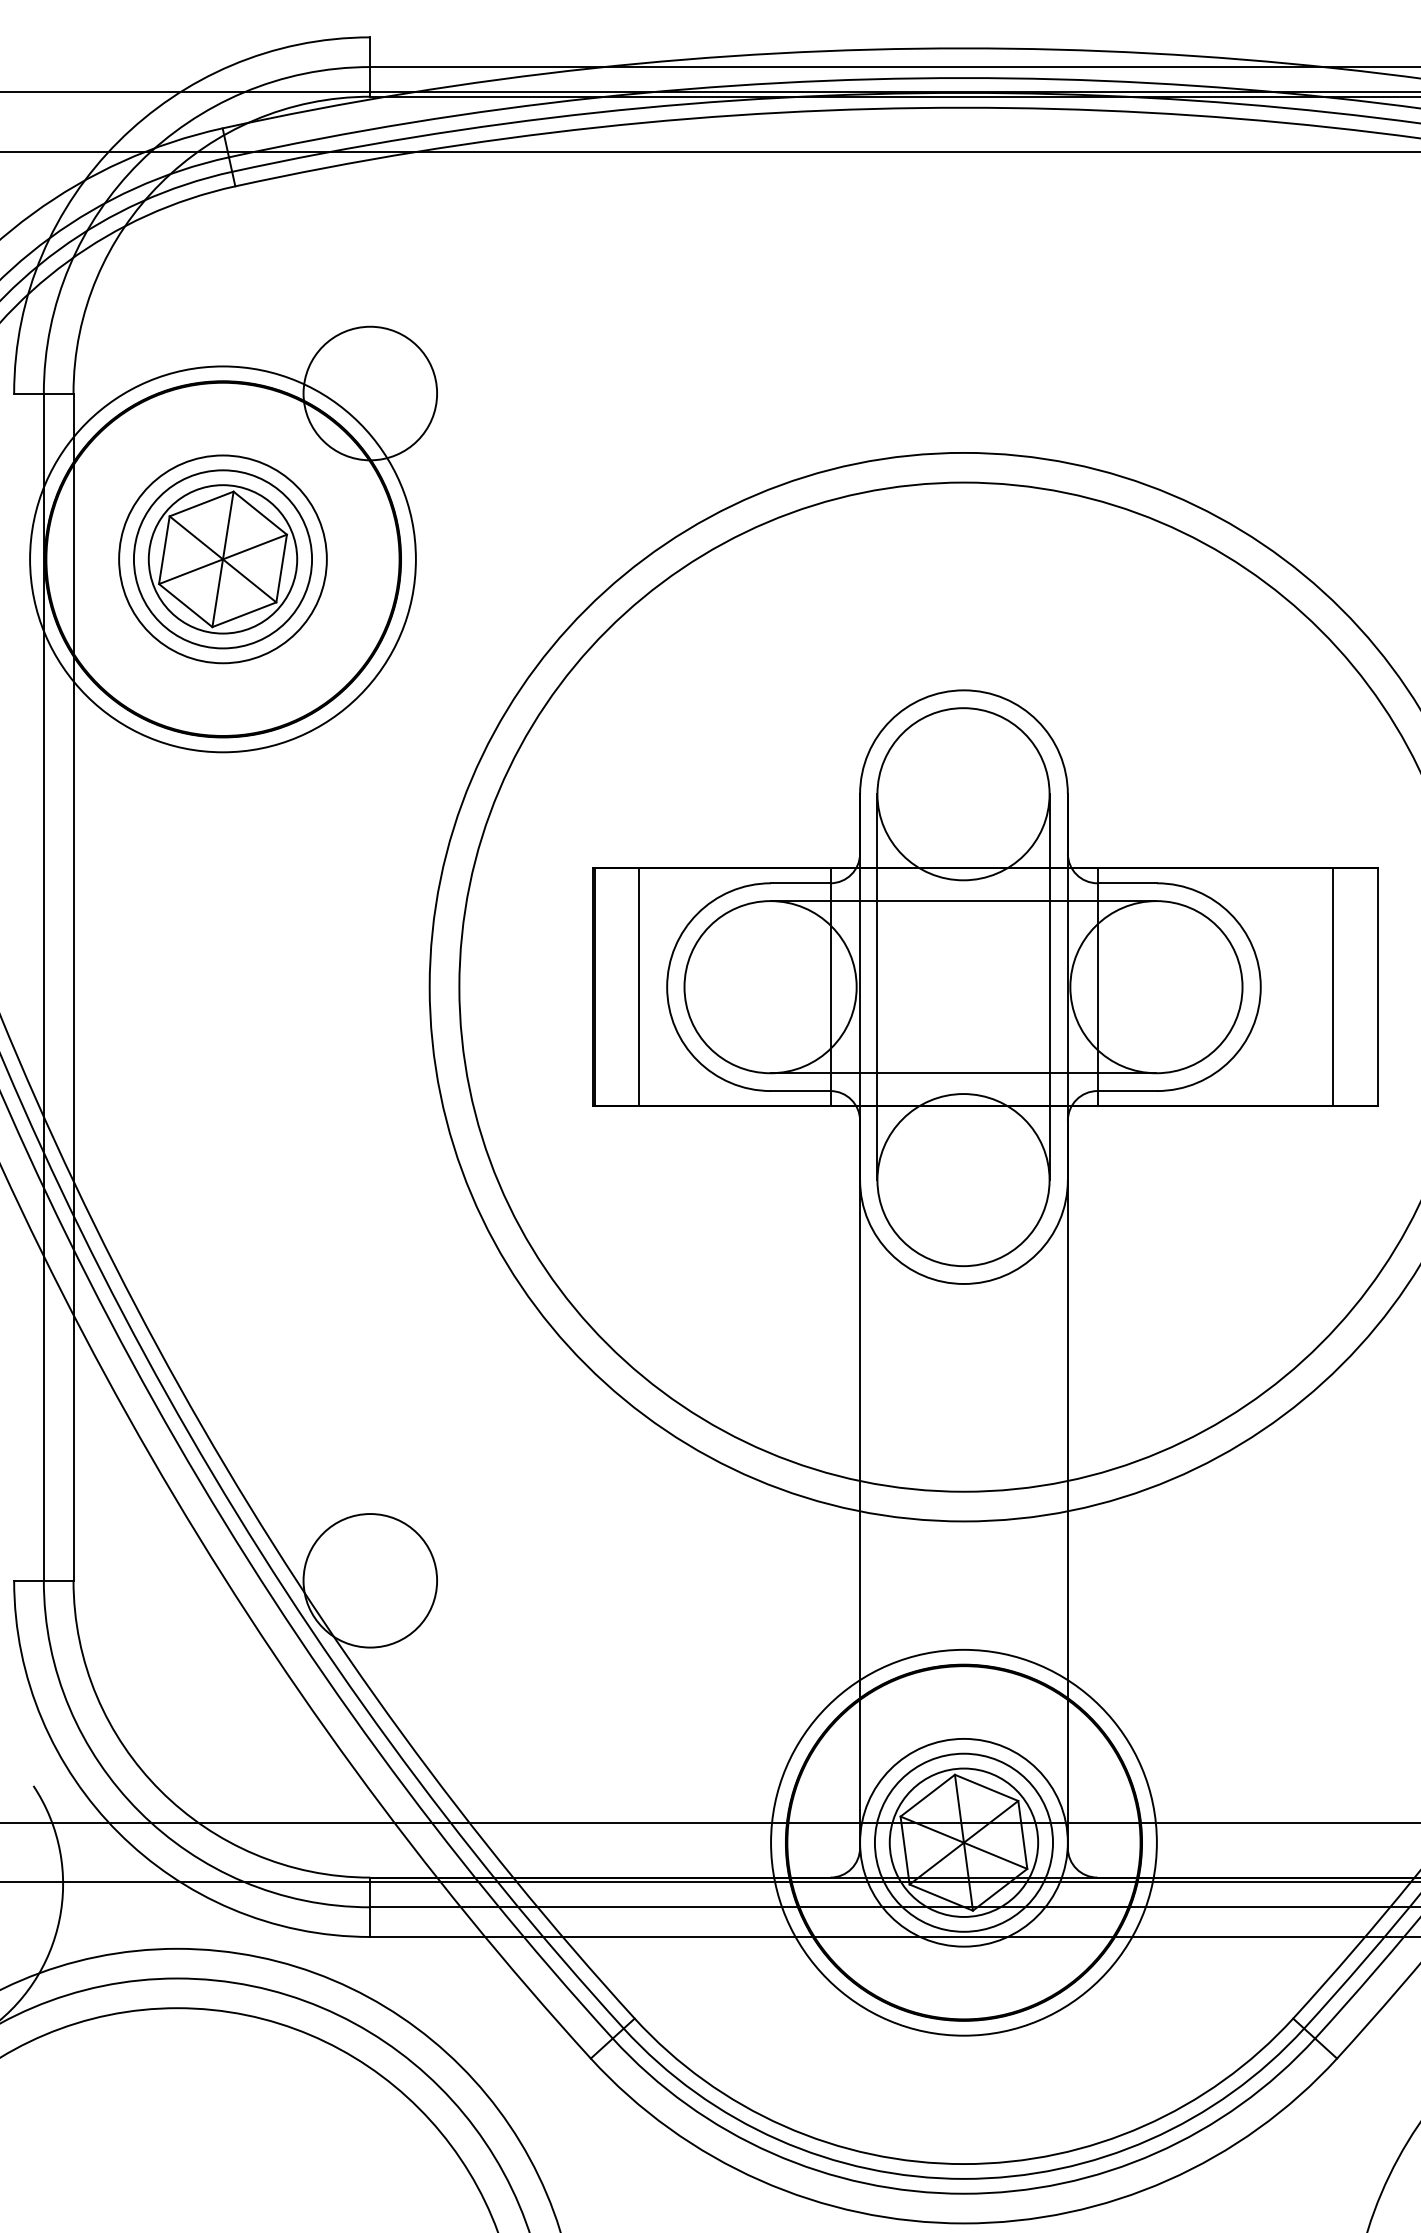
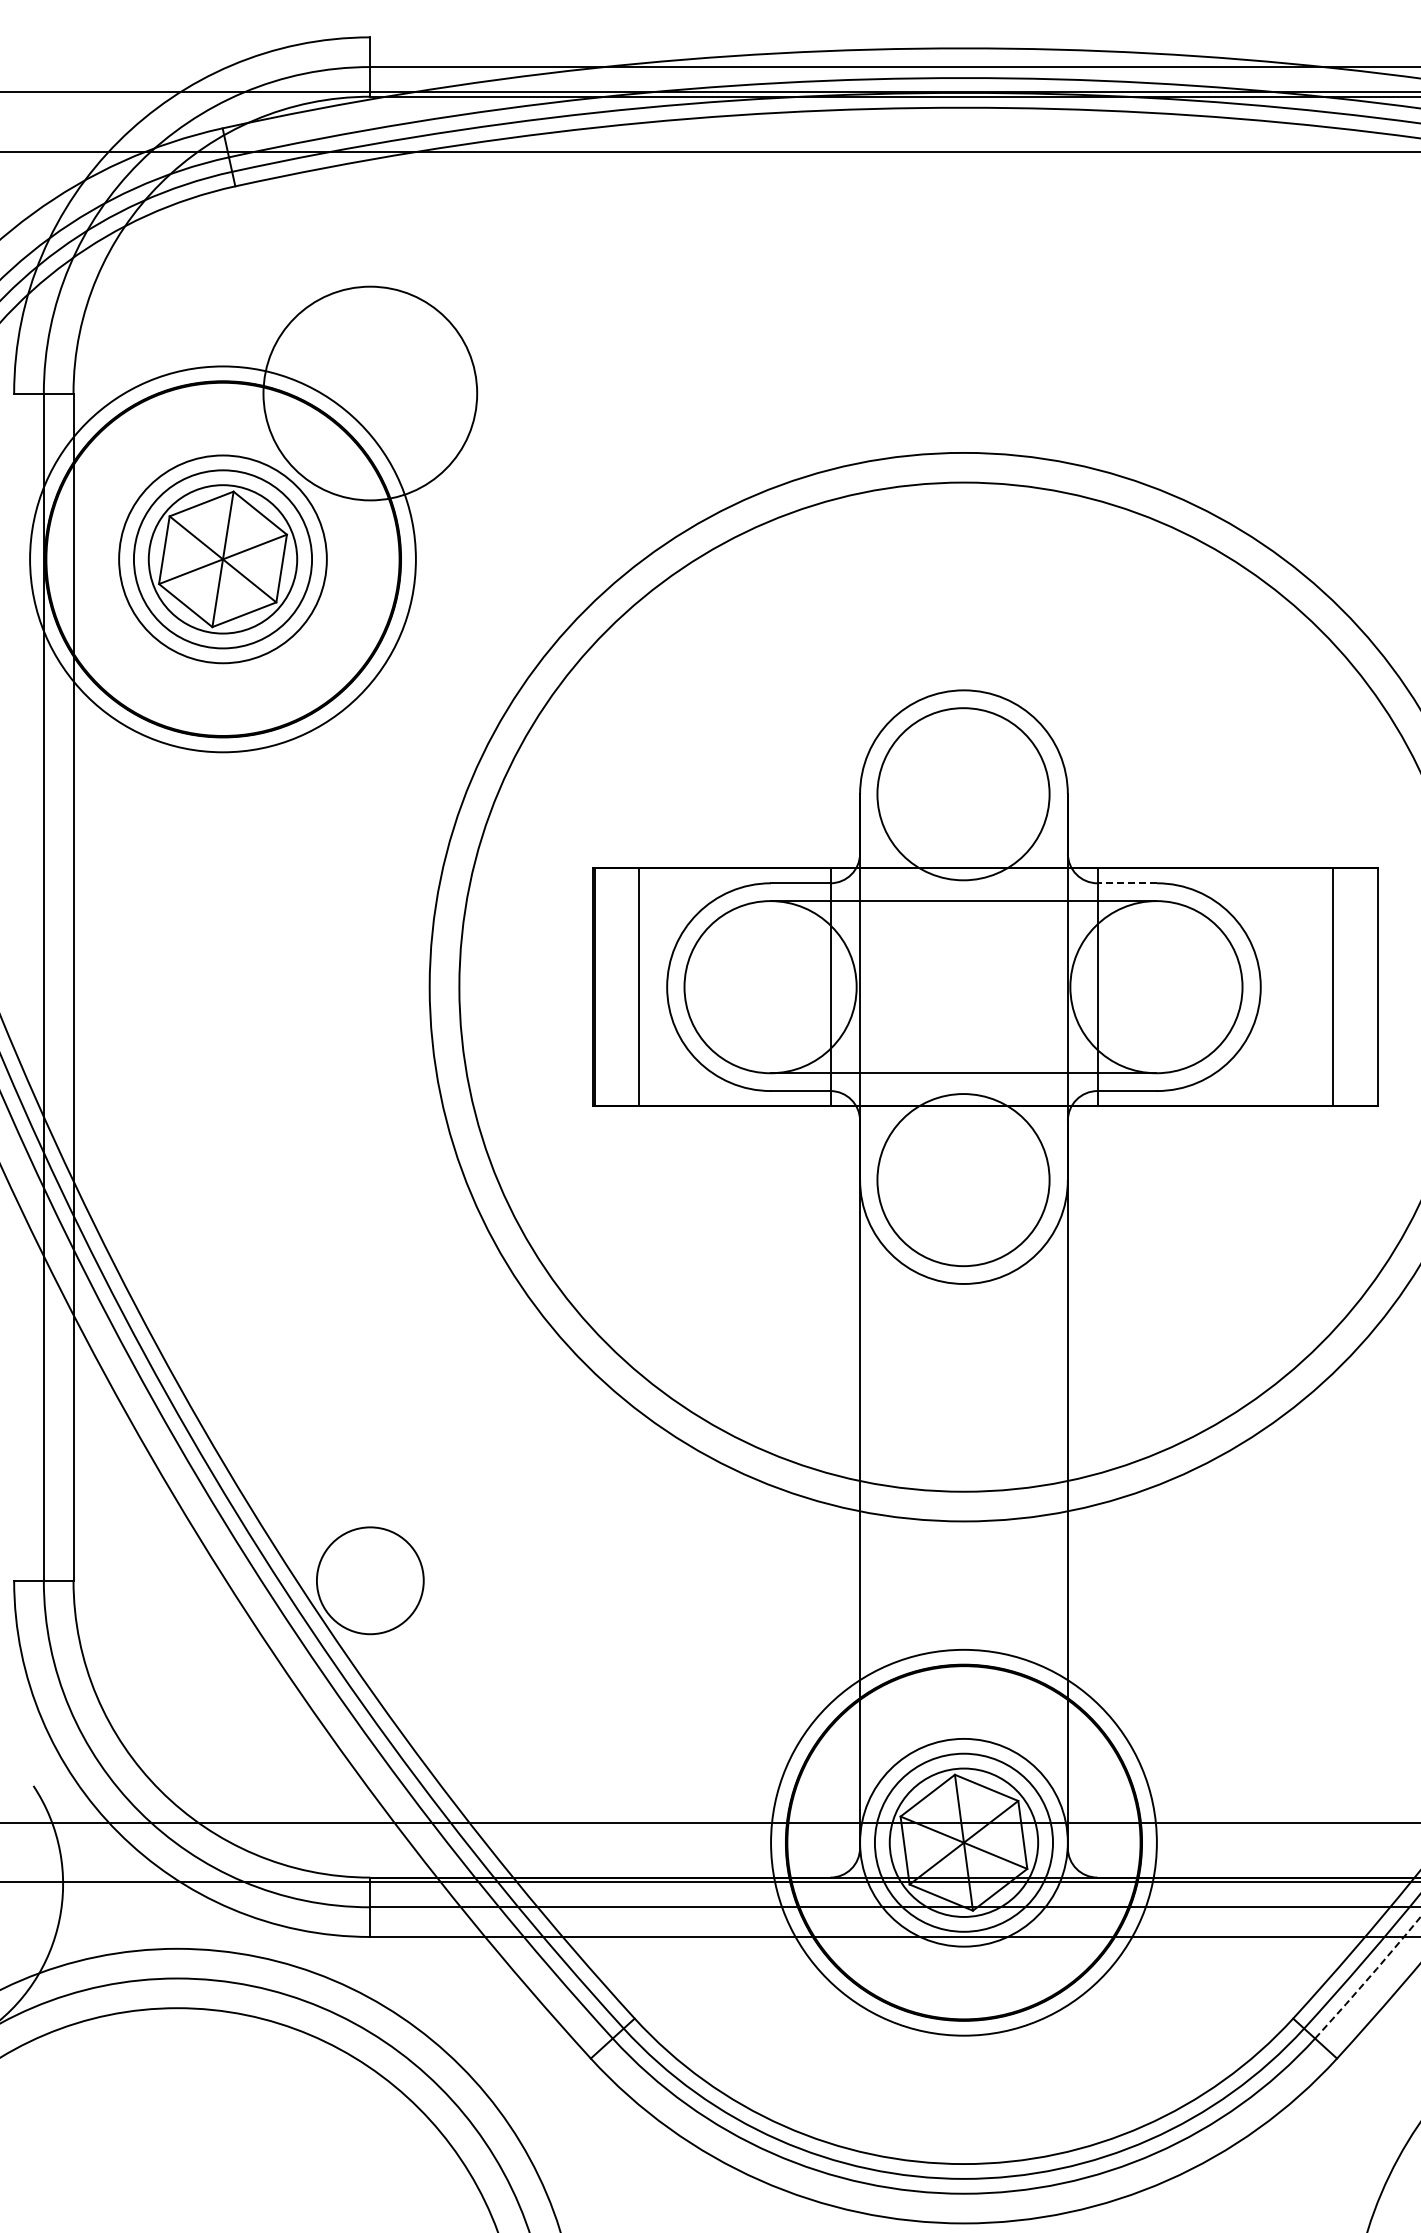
circle at (370, 393) diameter: 134 px -> 214 px
line at (1127, 883): solid -> dashed
line at (877, 987): present -> none
line at (1049, 987): present -> none
circle at (370, 1580) diameter: 134 px -> 107 px
arc at (1368, 1977): solid -> dashed
